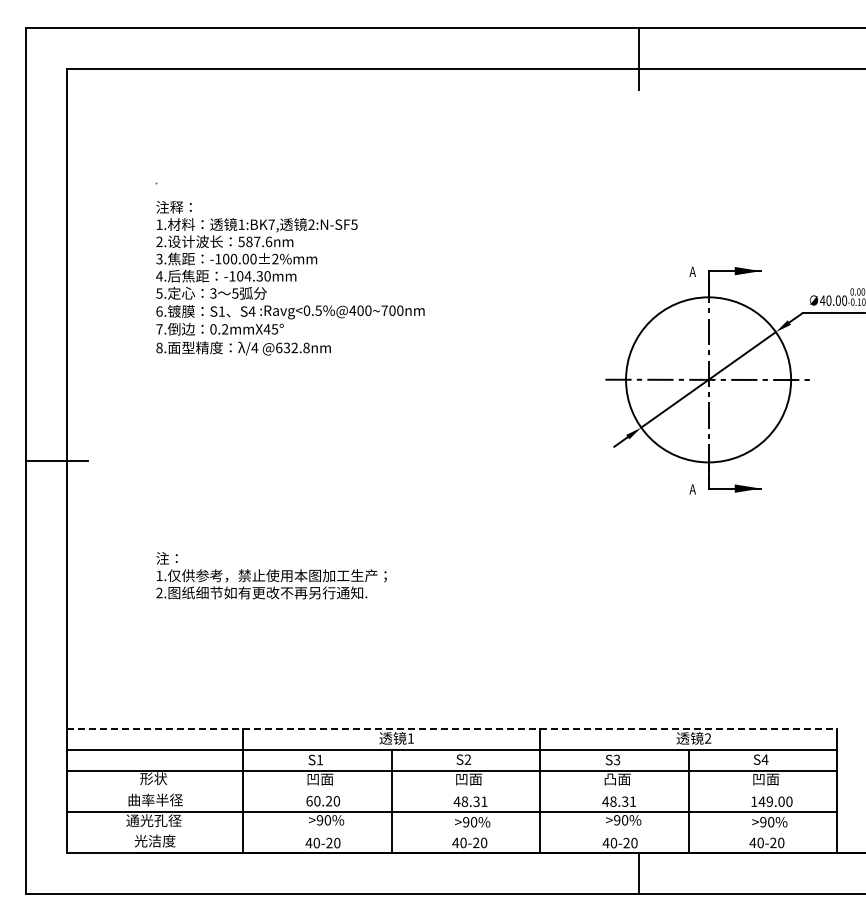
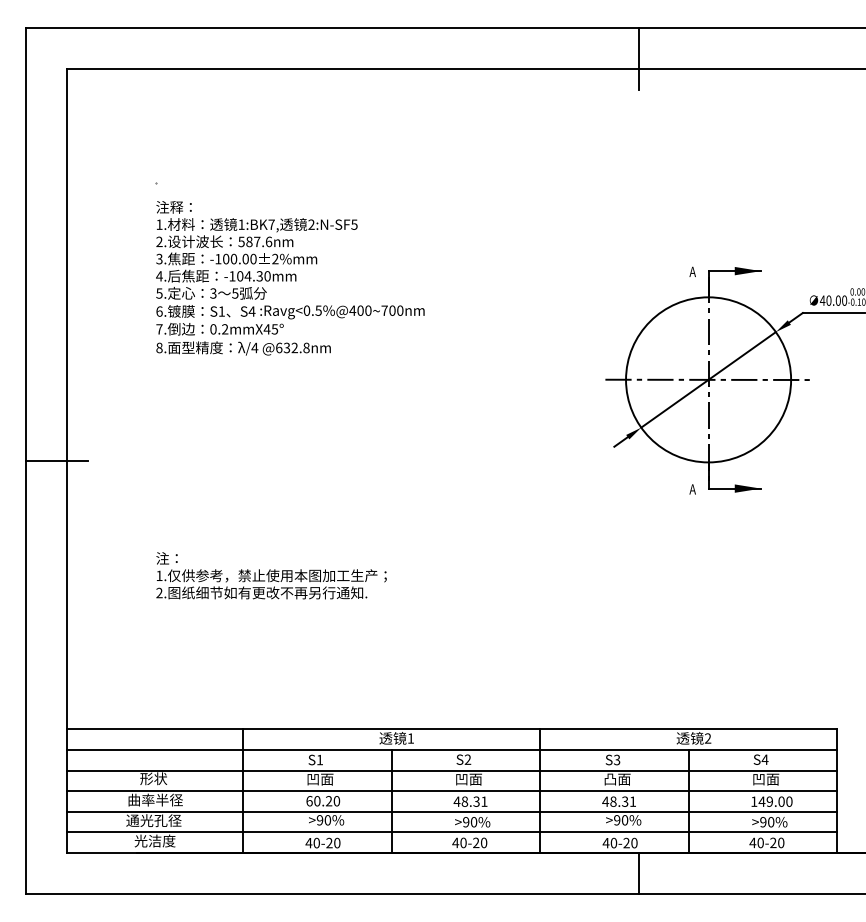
line at (452, 729): dashed -> solid
line at (452, 791): none -> present
line at (452, 832): none -> present
